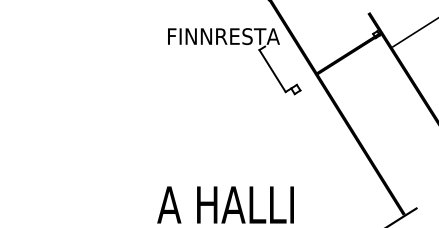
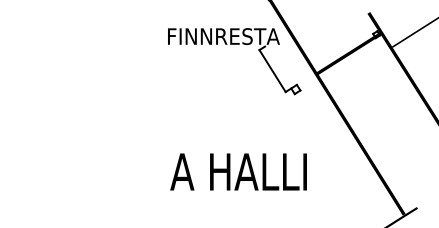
text at (225, 204) position: (225, 204) -> (238, 171)
